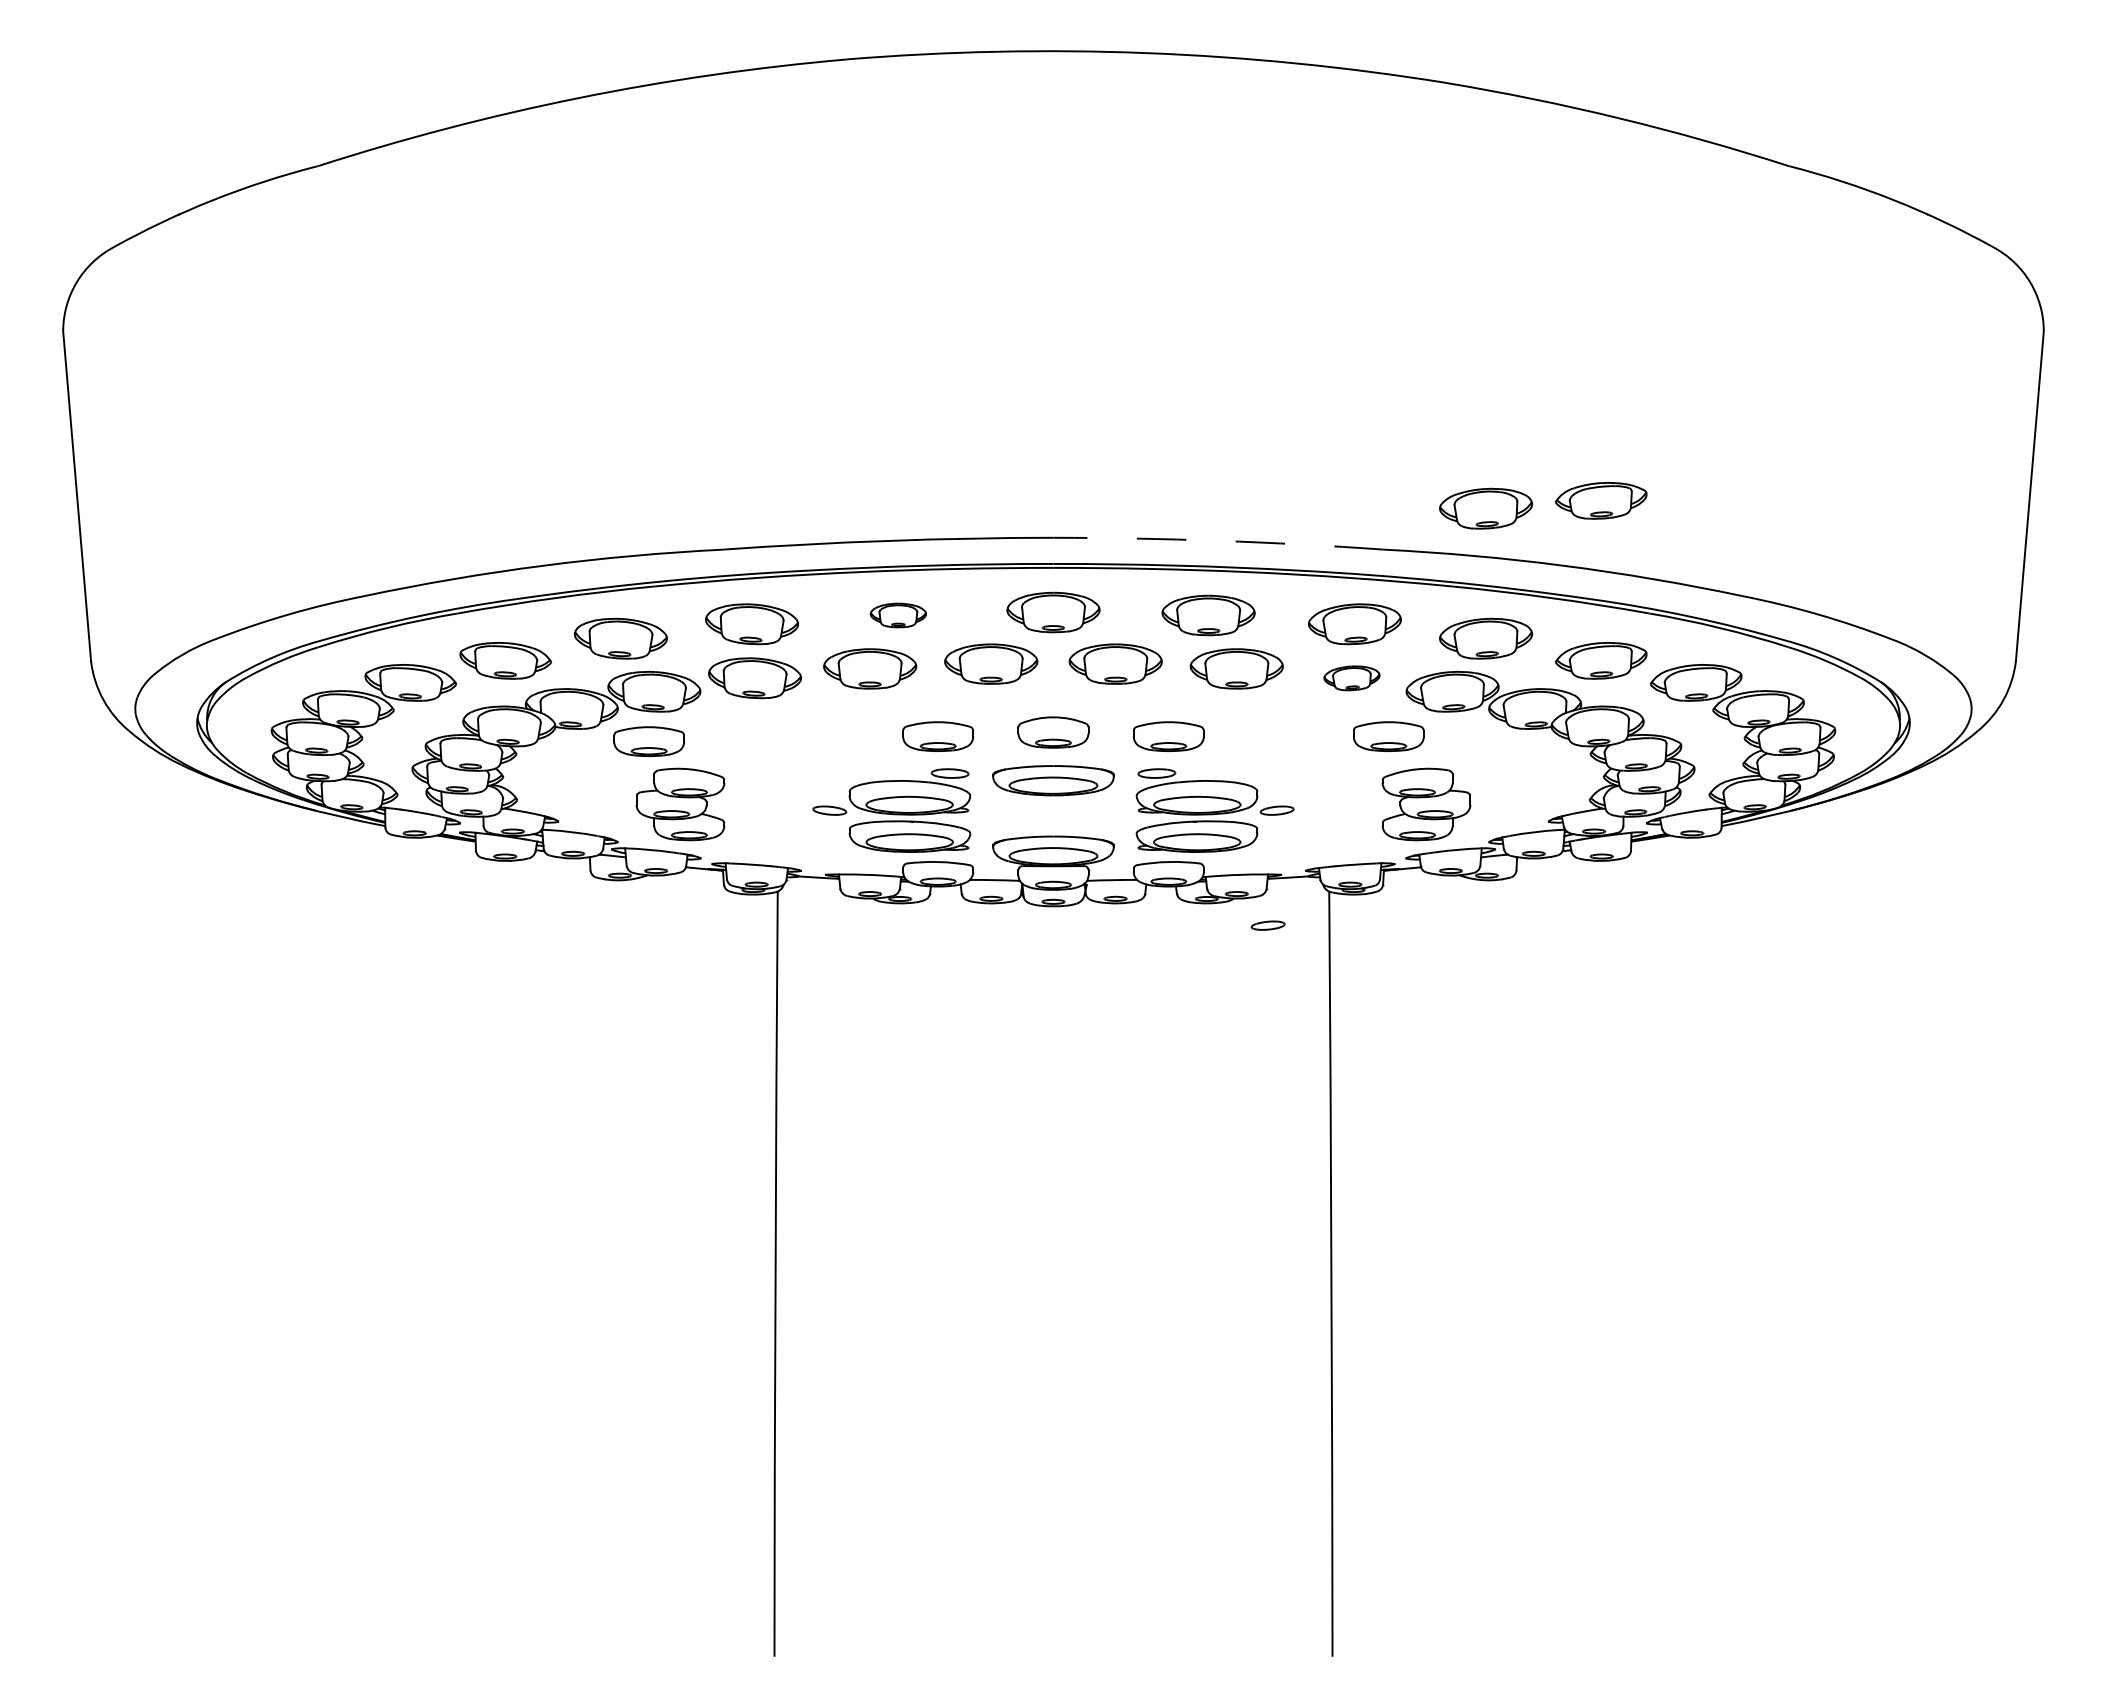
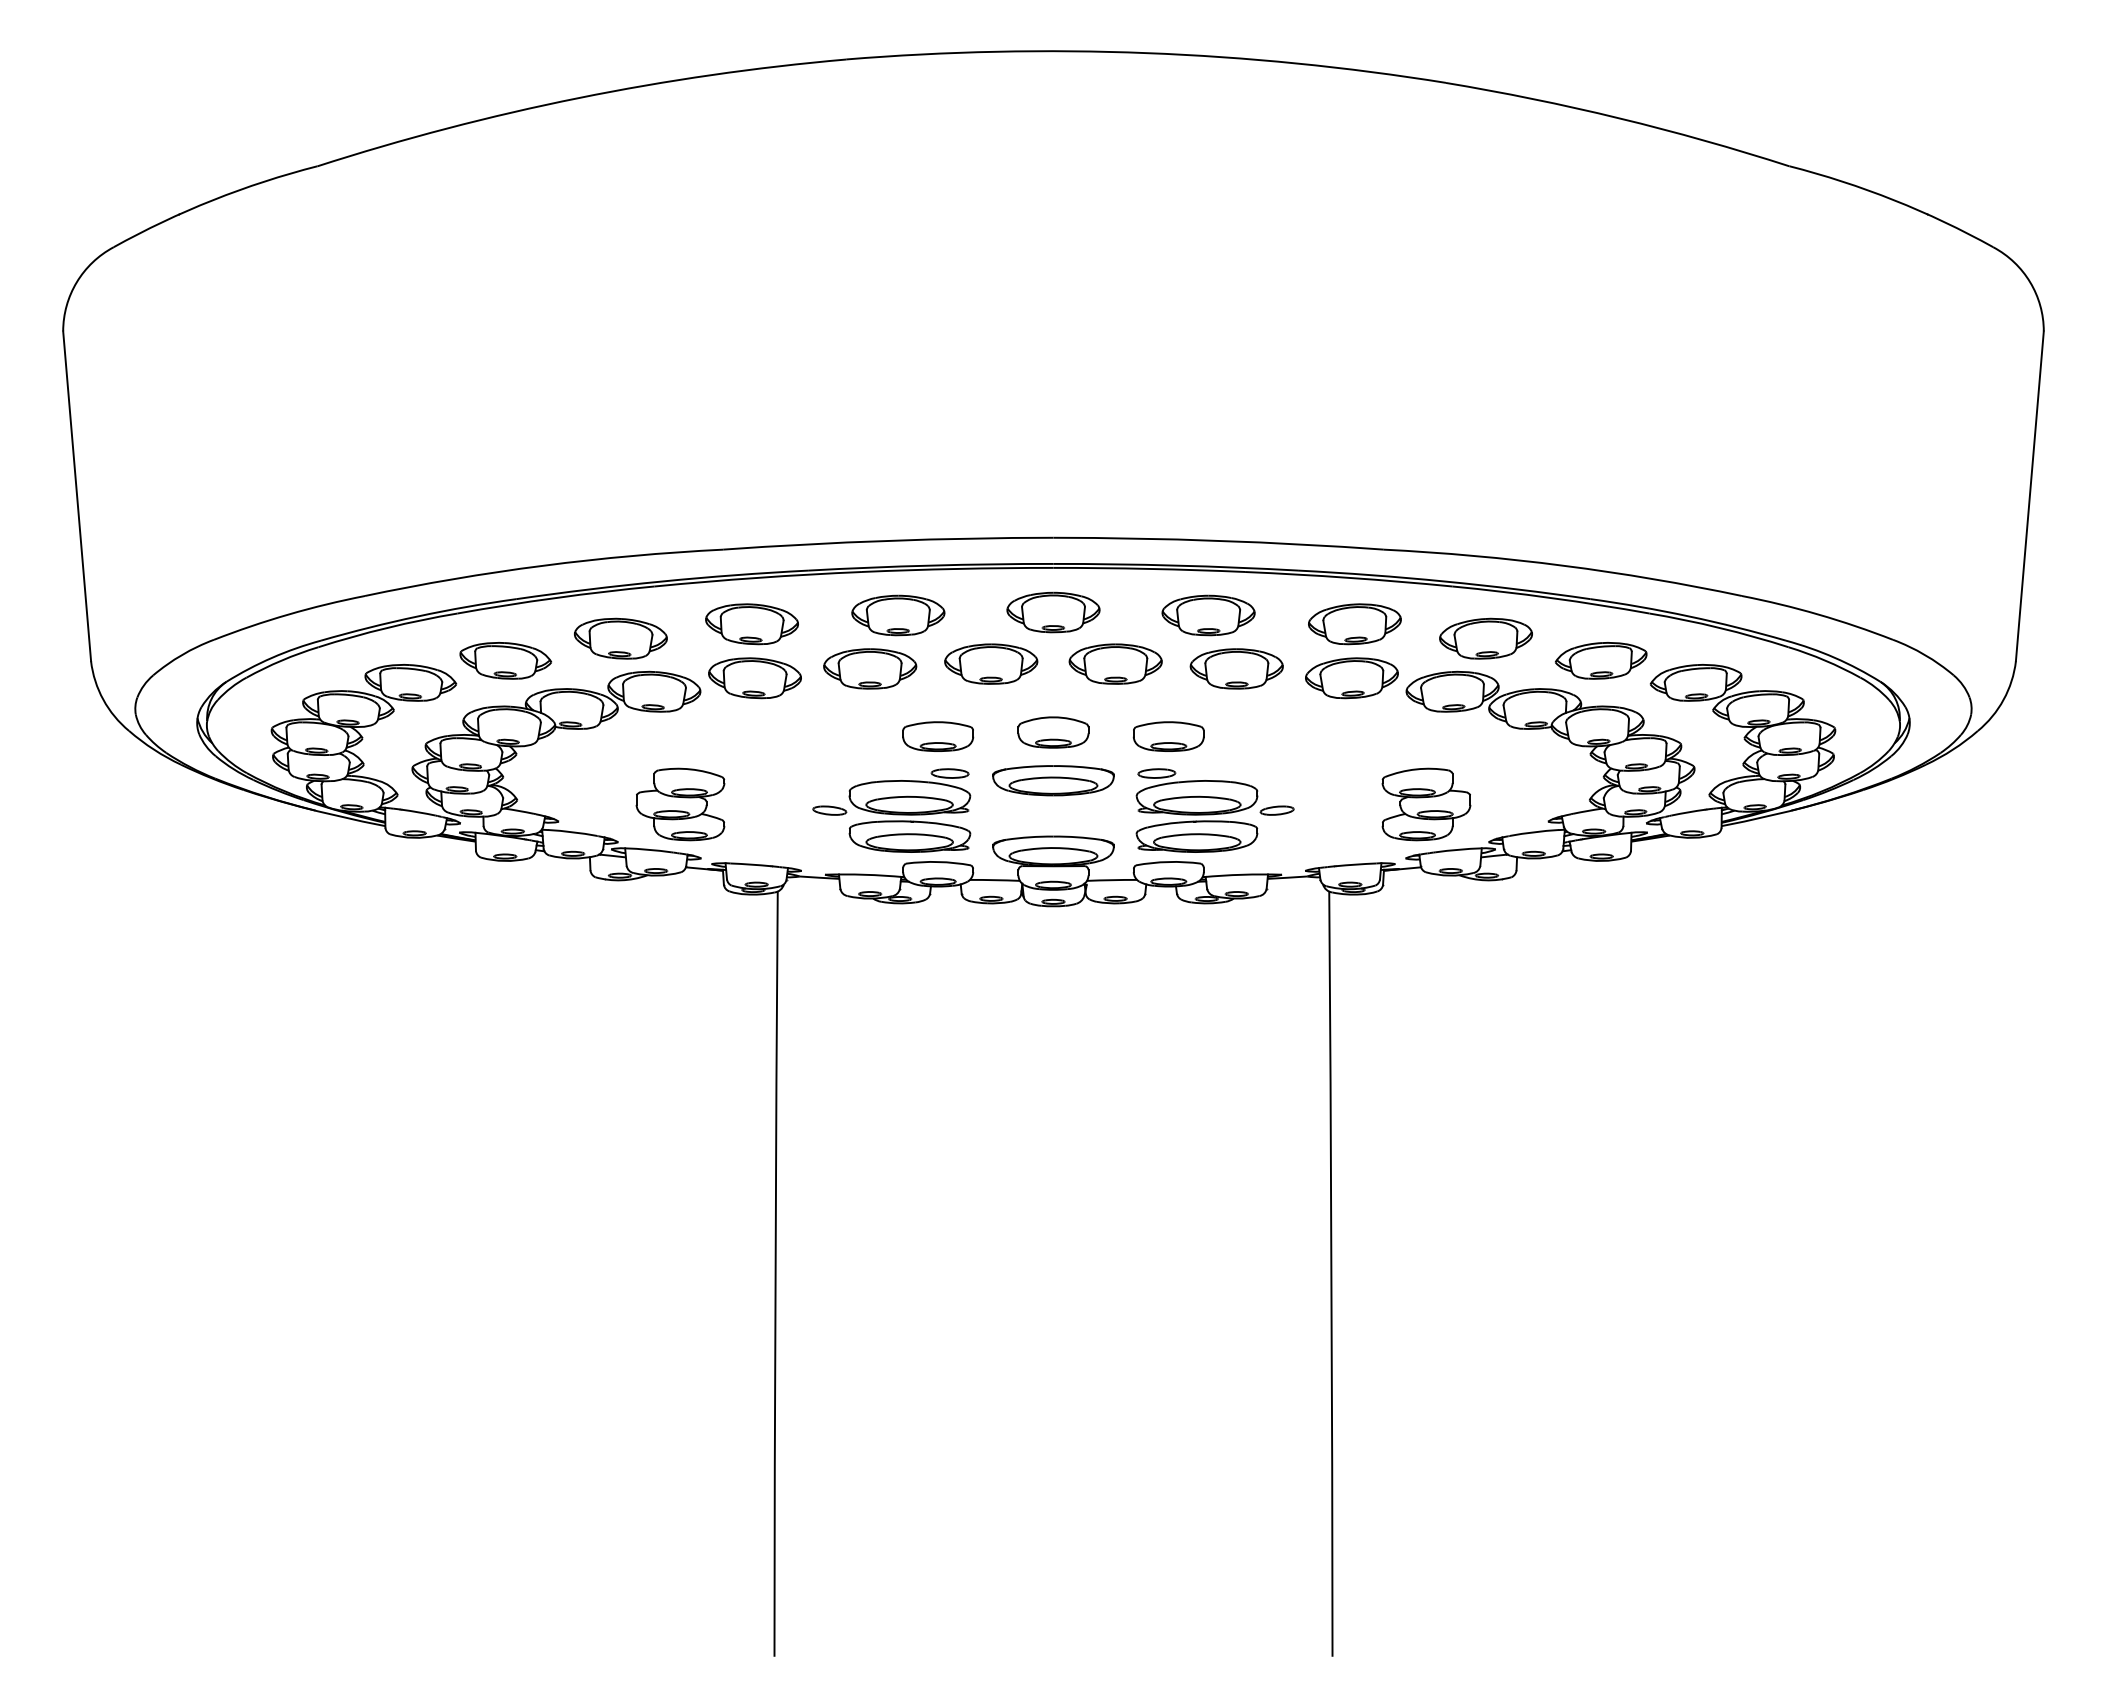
part at (1601, 500): present -> none
part at (1485, 508): present -> none
arc at (1218, 540): dashed -> solid
part at (897, 615) size: 58x27 px -> 95x43 px
part at (1351, 678) size: 58x27 px -> 94x43 px
part at (1388, 736): present -> none
part at (649, 741): present -> none
part at (1267, 925): present -> none
